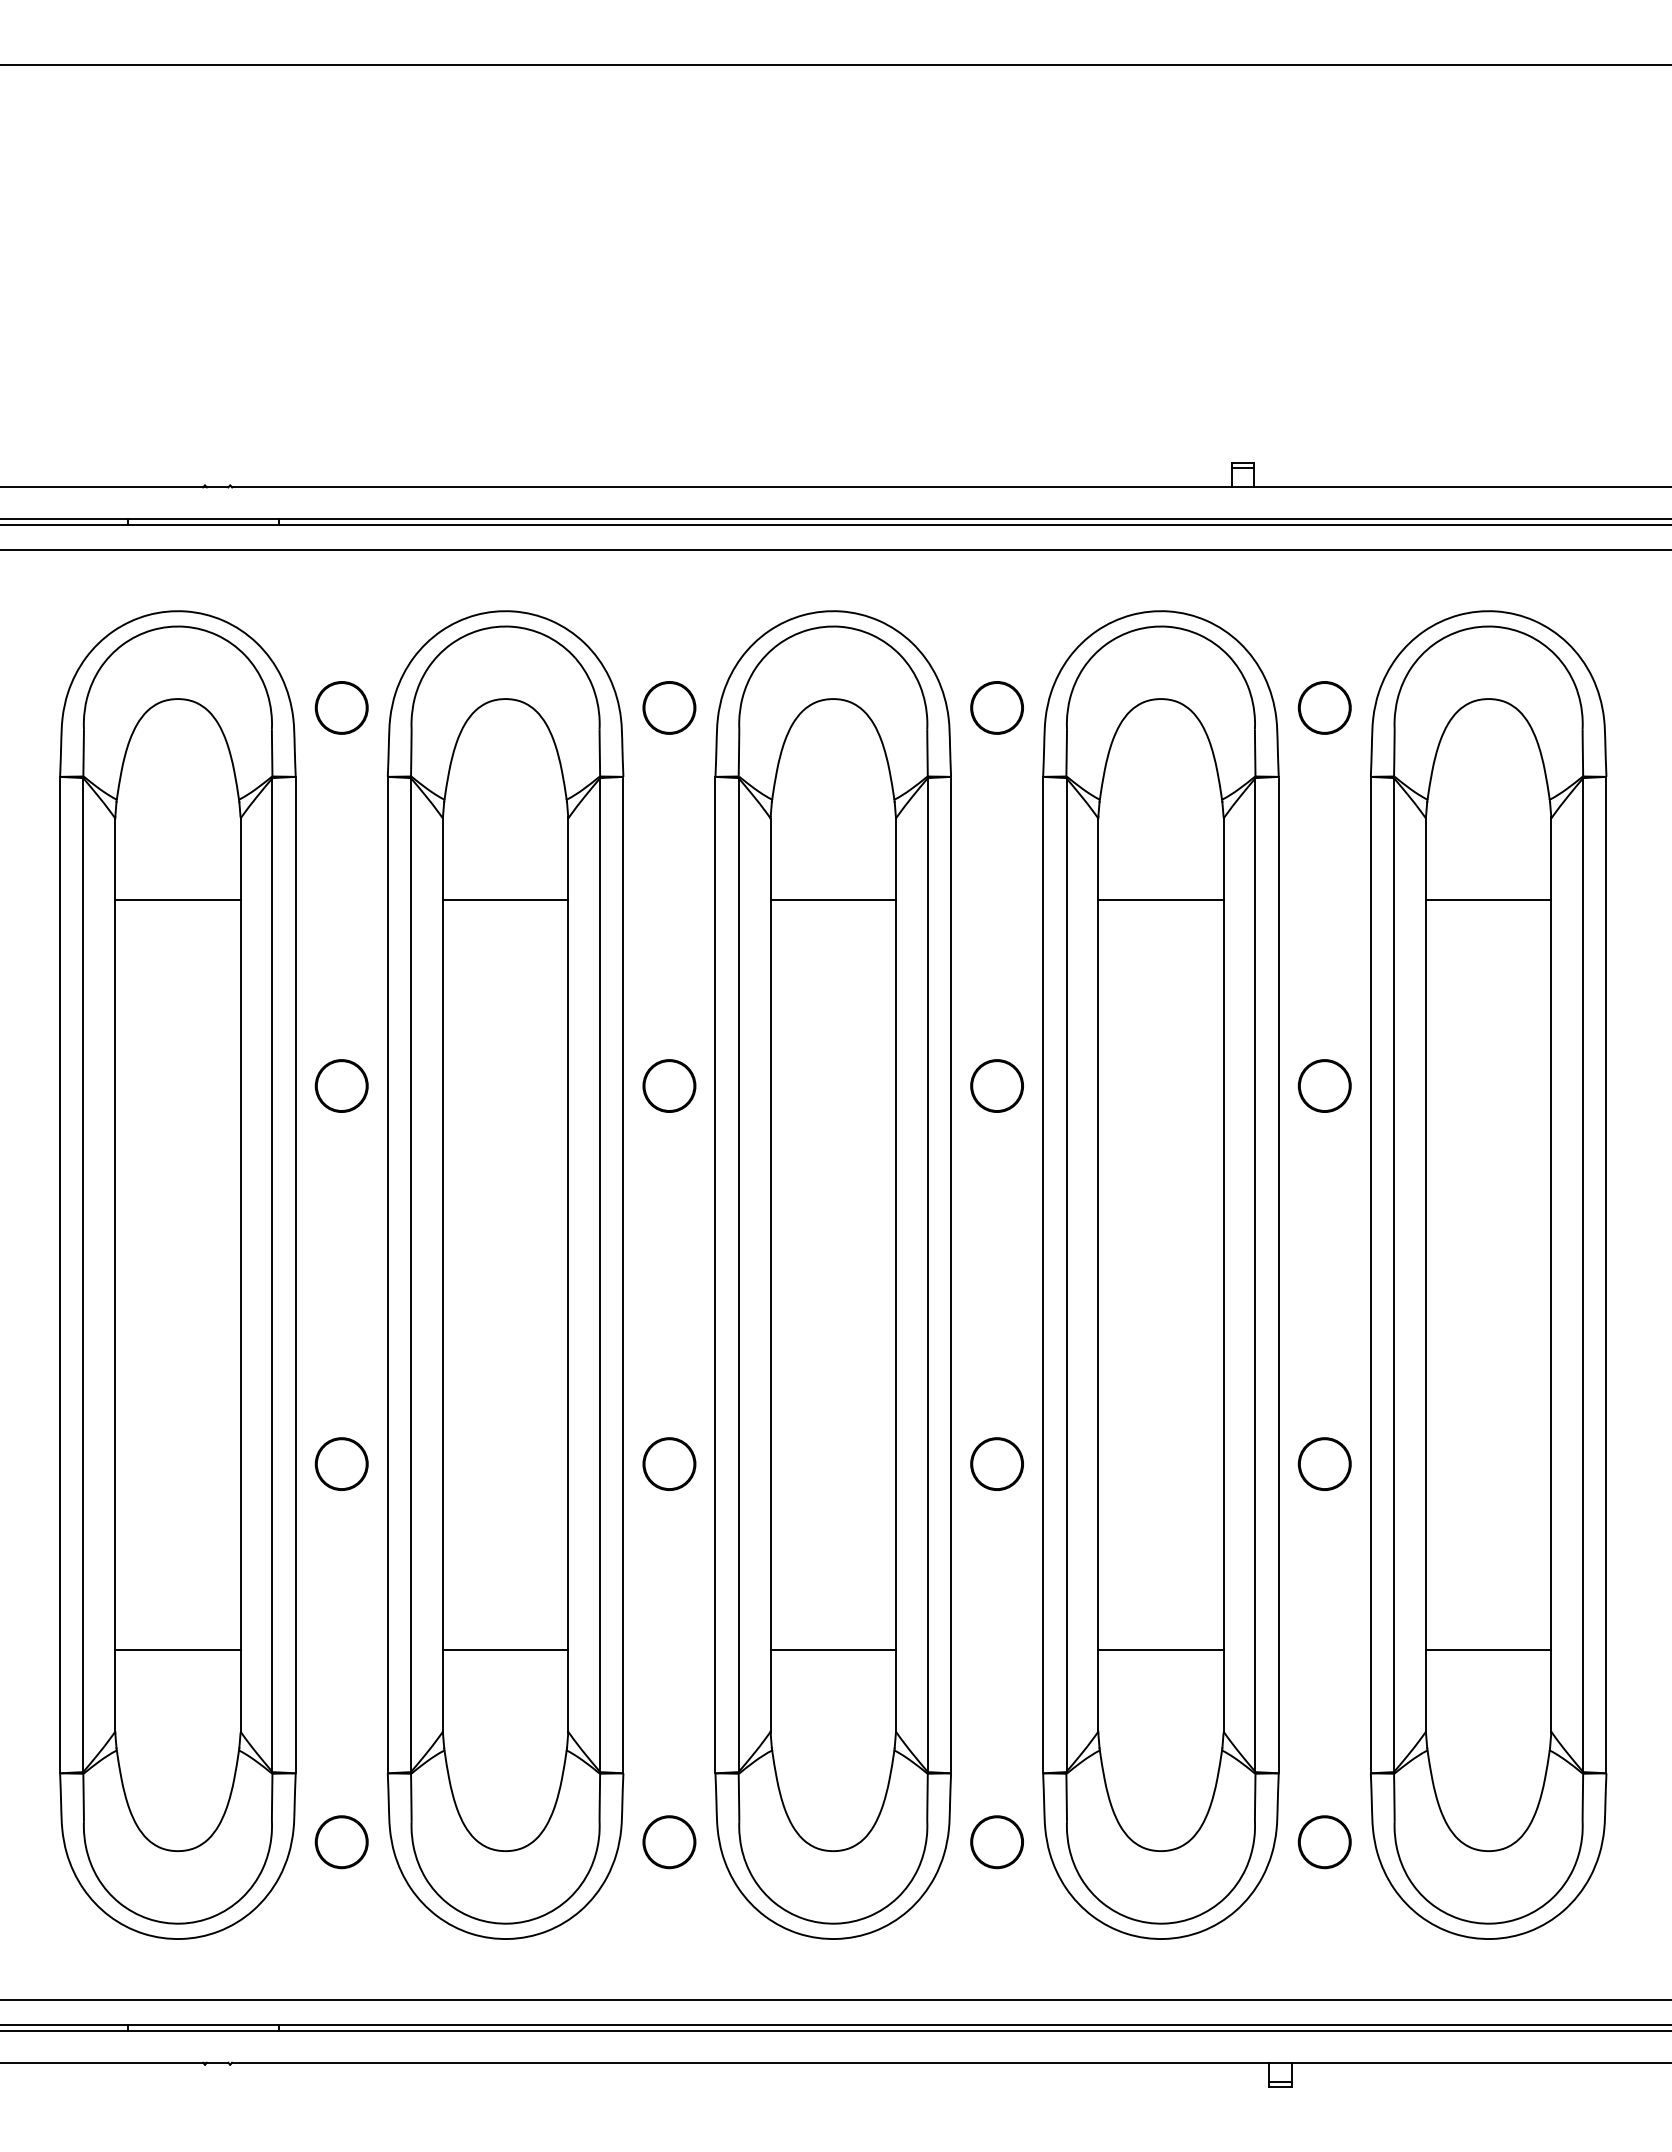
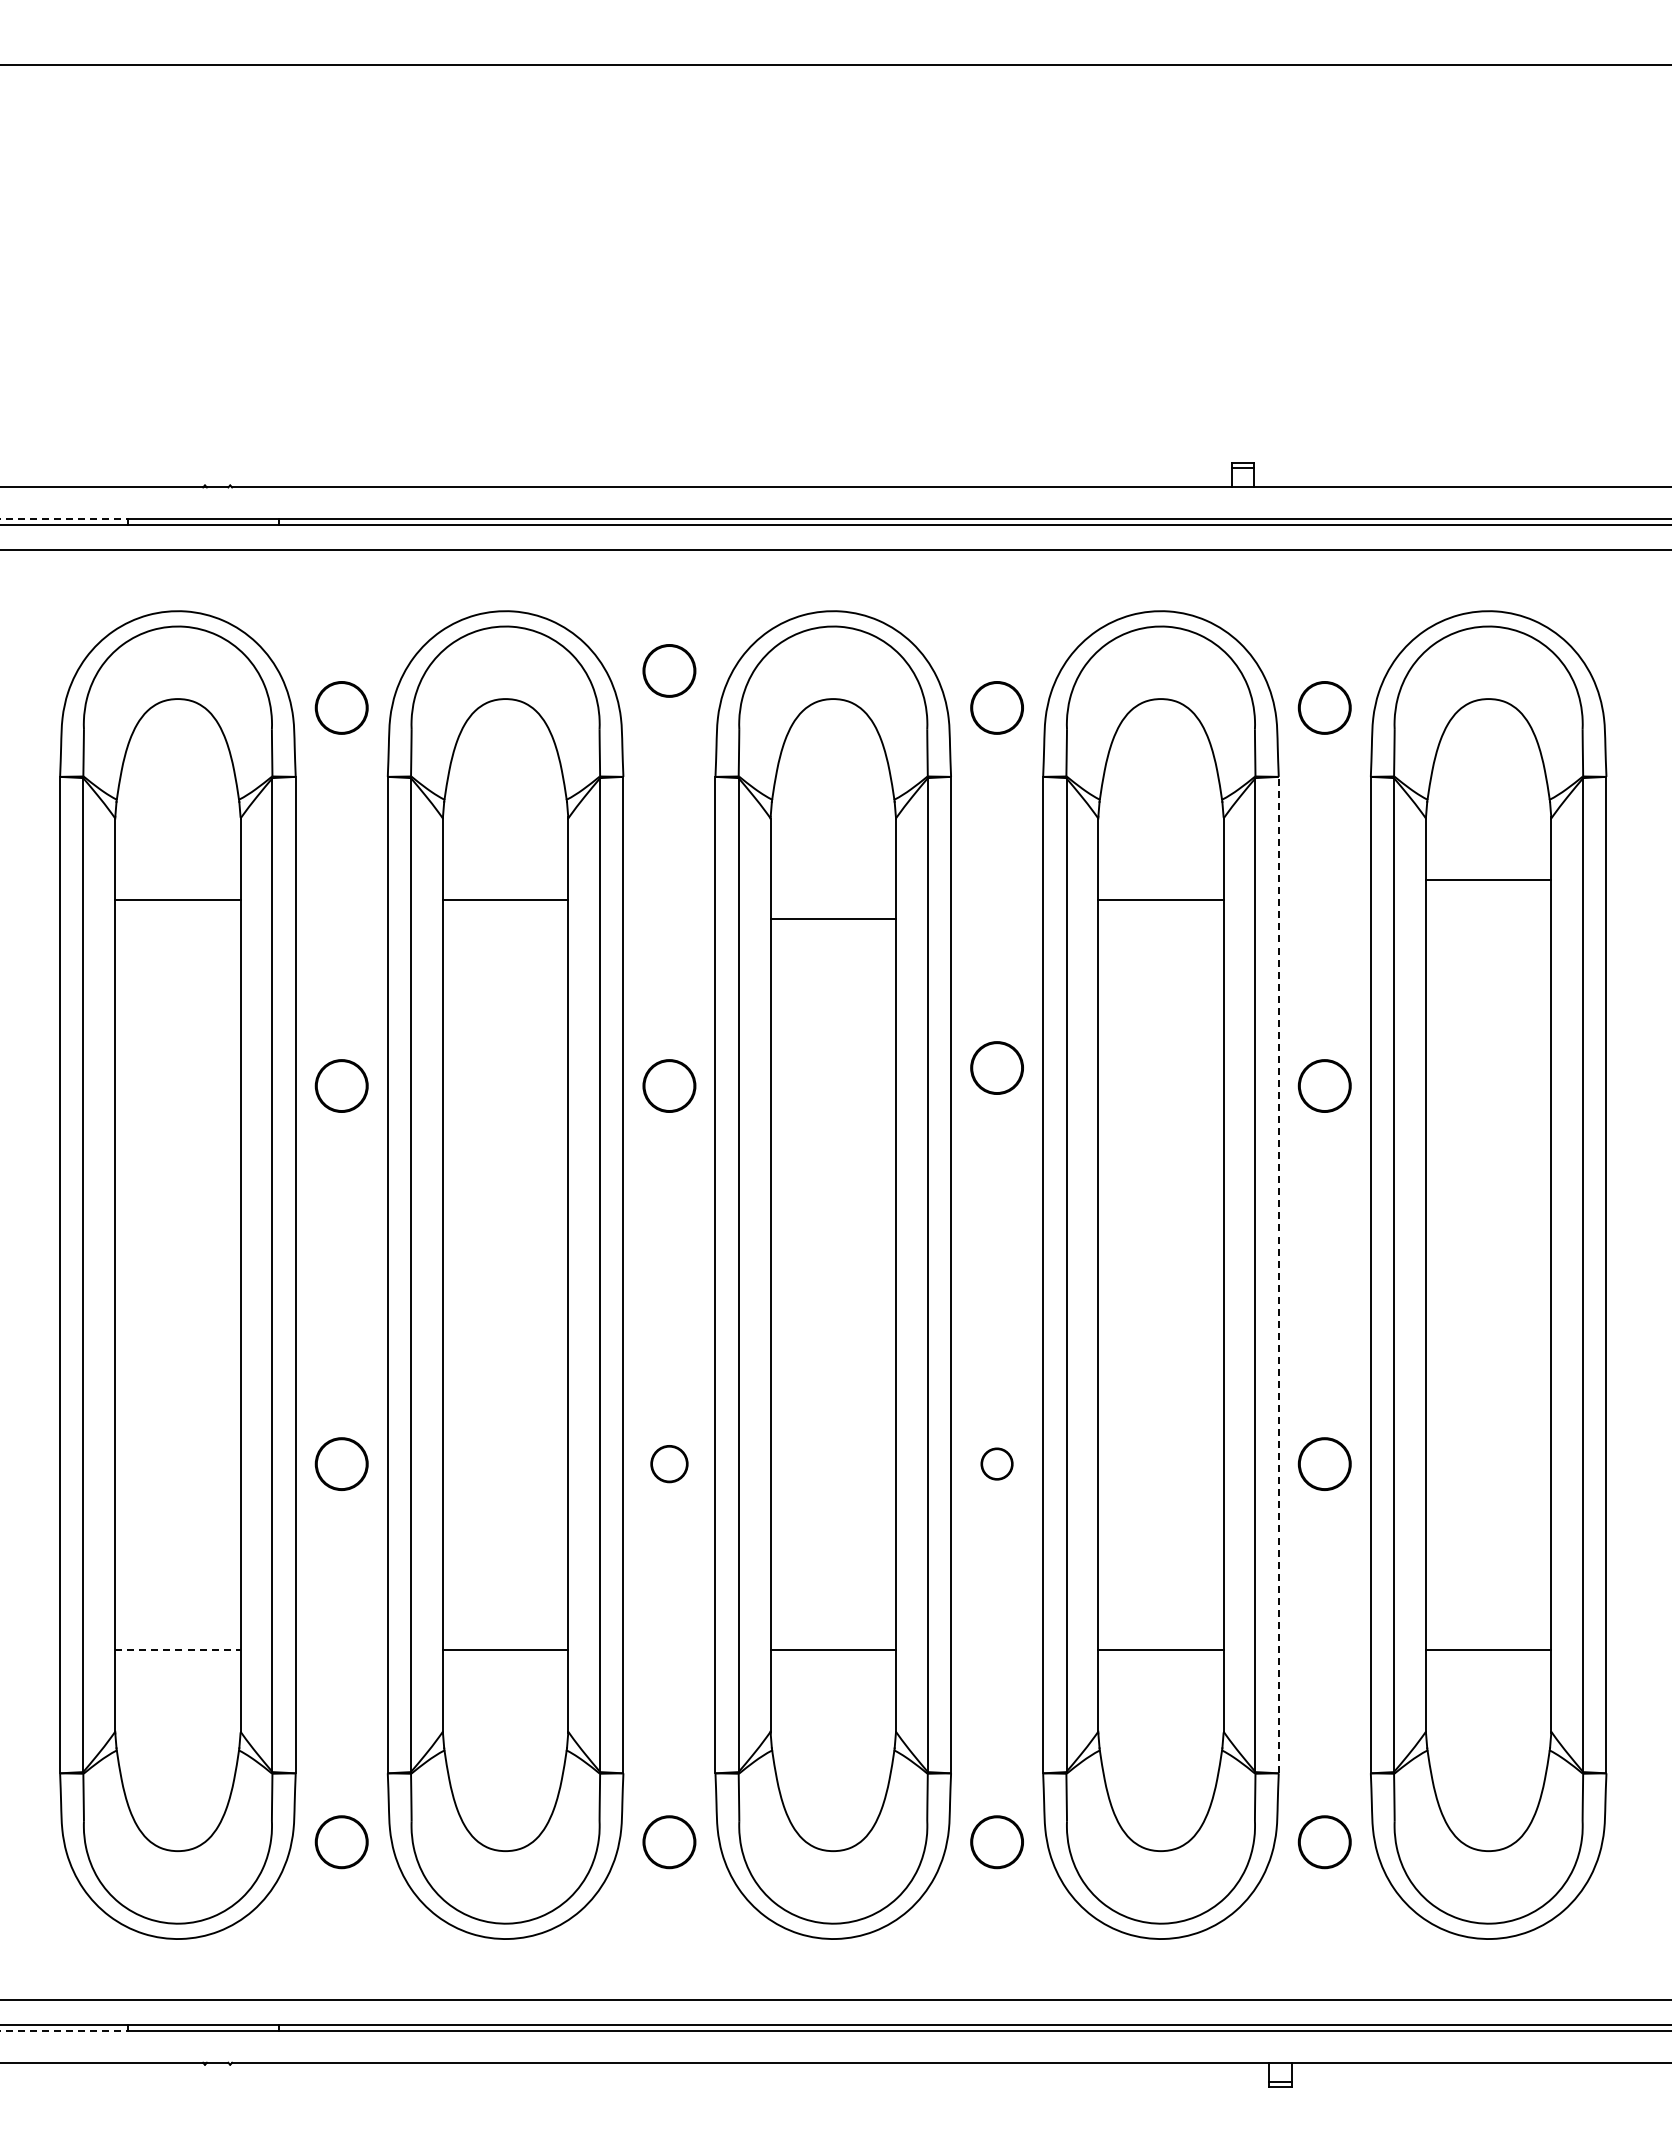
line at (64, 518): solid -> dashed
circle at (669, 707) position: (669, 707) -> (669, 670)
line at (832, 900) position: (832, 900) -> (832, 919)
line at (1488, 900) position: (1488, 900) -> (1488, 880)
circle at (996, 1085) position: (996, 1085) -> (996, 1067)
line at (1278, 1274): solid -> dashed
circle at (669, 1463) size: 55x54 px -> 39x39 px
circle at (996, 1463) size: 54x54 px -> 34x34 px
line at (177, 1649): solid -> dashed
line at (64, 2031): solid -> dashed
